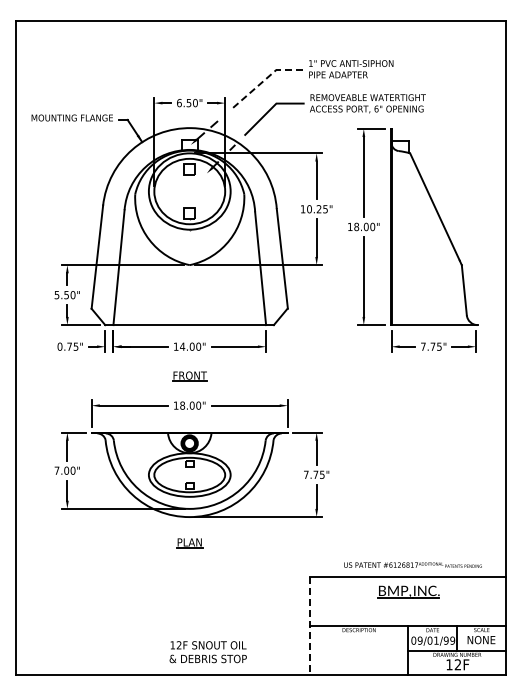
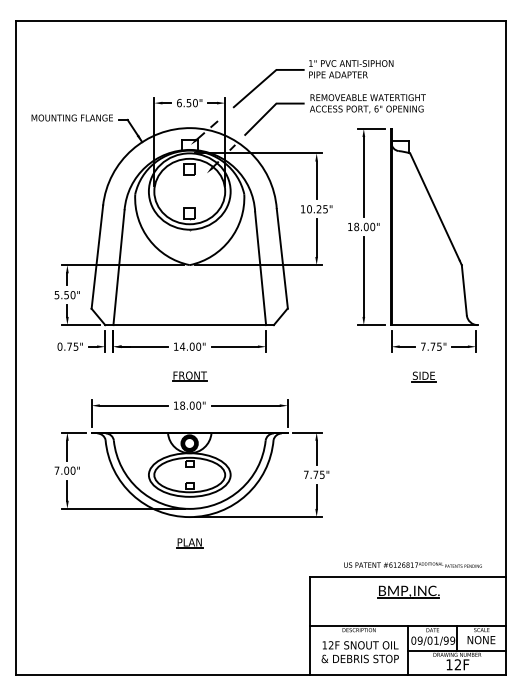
line at (265, 79): dashed -> solid
part at (423, 376): none -> present
line at (310, 626): dashed -> solid
text at (207, 652) position: (207, 652) -> (359, 652)
